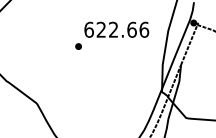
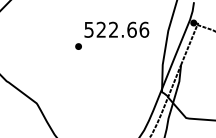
text at (88, 29): 622.66 -> 522.66
